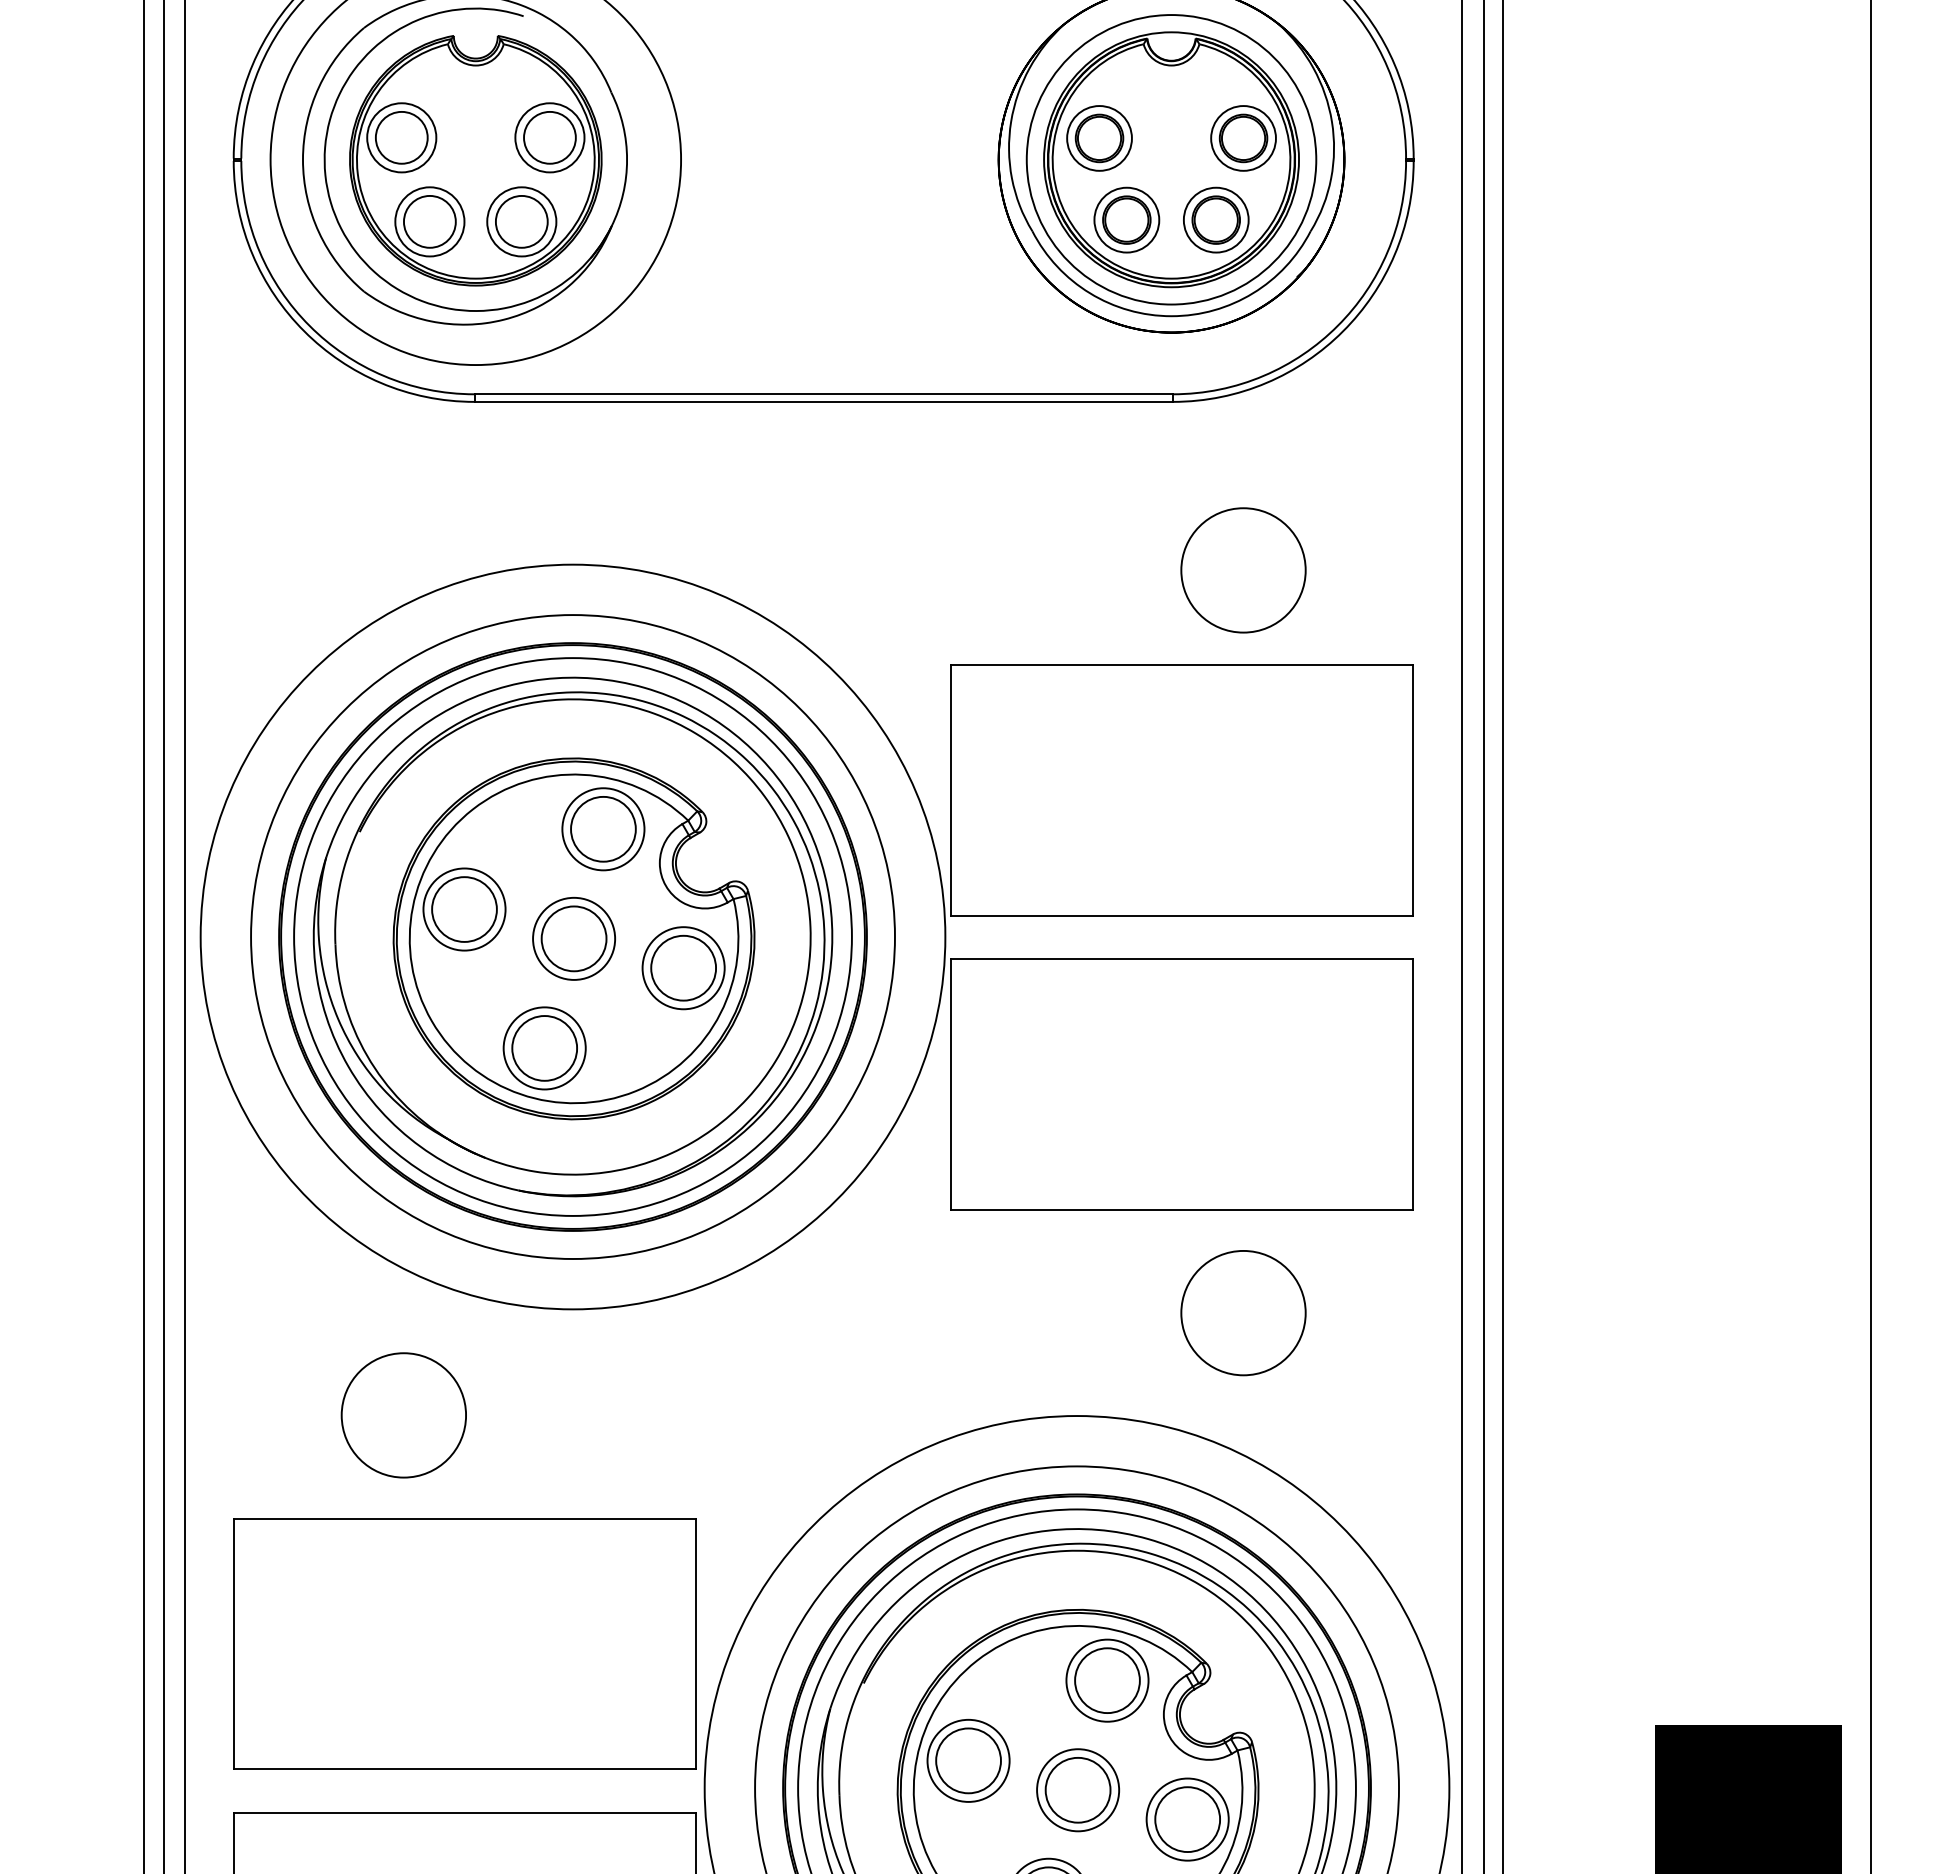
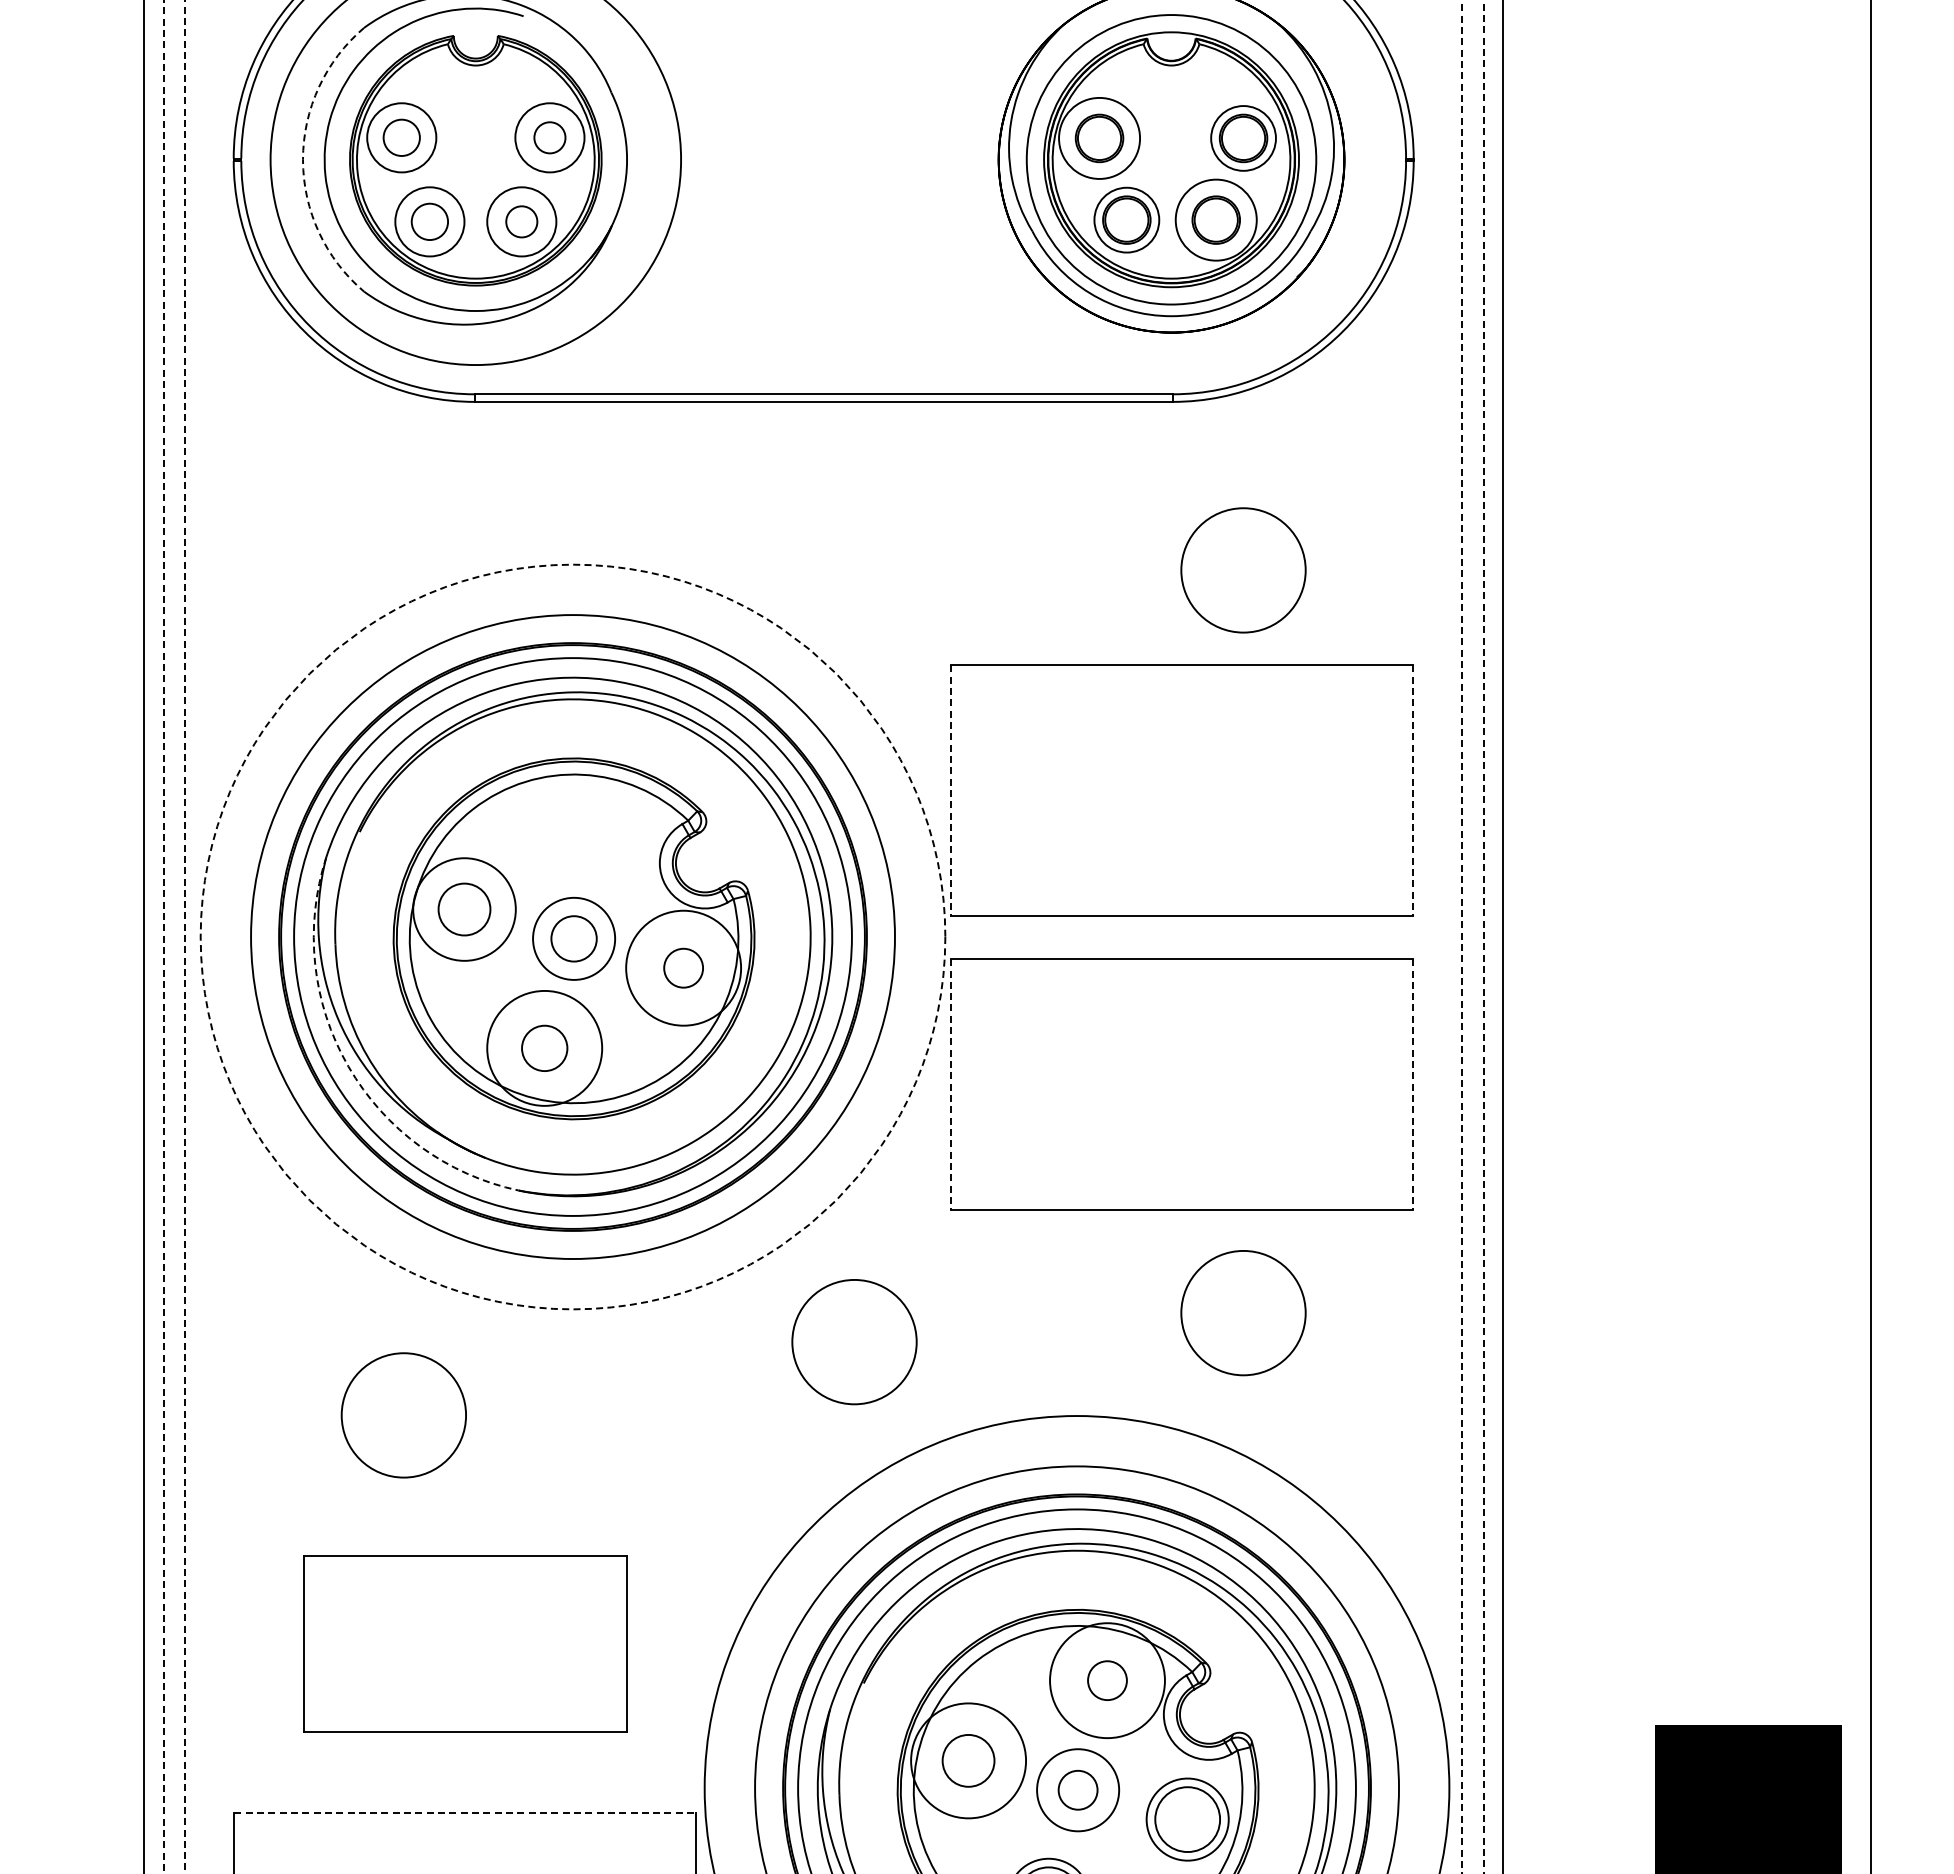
circle at (401, 137) diameter: 52 px -> 36 px
circle at (549, 137) diameter: 52 px -> 31 px
circle at (1099, 138) diameter: 65 px -> 81 px
arc at (303, 159): solid -> dashed
circle at (1215, 219) diameter: 65 px -> 81 px
circle at (429, 221) diameter: 52 px -> 36 px
circle at (521, 221) diameter: 52 px -> 31 px
line at (951, 791): solid -> dashed
line at (1413, 791): solid -> dashed
part at (603, 829): present -> none
circle at (464, 909) diameter: 65 px -> 52 px
circle at (464, 909) diameter: 82 px -> 103 px
line at (163, 936): solid -> dashed
line at (185, 936): solid -> dashed
circle at (572, 936): solid -> dashed
line at (1483, 936): solid -> dashed
line at (1462, 937): solid -> dashed
circle at (573, 938) diameter: 65 px -> 45 px
circle at (683, 967) diameter: 65 px -> 39 px
circle at (683, 968) diameter: 82 px -> 115 px
circle at (544, 1048) diameter: 65 px -> 45 px
circle at (544, 1048) diameter: 82 px -> 115 px
arc at (348, 1066): solid -> dashed
line at (951, 1085): solid -> dashed
line at (1413, 1085): solid -> dashed
circle at (854, 1342): none -> present
part at (464, 1643) size: 464x252 px -> 325x178 px
circle at (1107, 1680) diameter: 65 px -> 39 px
circle at (1107, 1680) diameter: 82 px -> 115 px
circle at (968, 1760) diameter: 65 px -> 52 px
circle at (968, 1760) diameter: 82 px -> 115 px
circle at (1077, 1789) diameter: 65 px -> 39 px
line at (465, 1812): solid -> dashed
